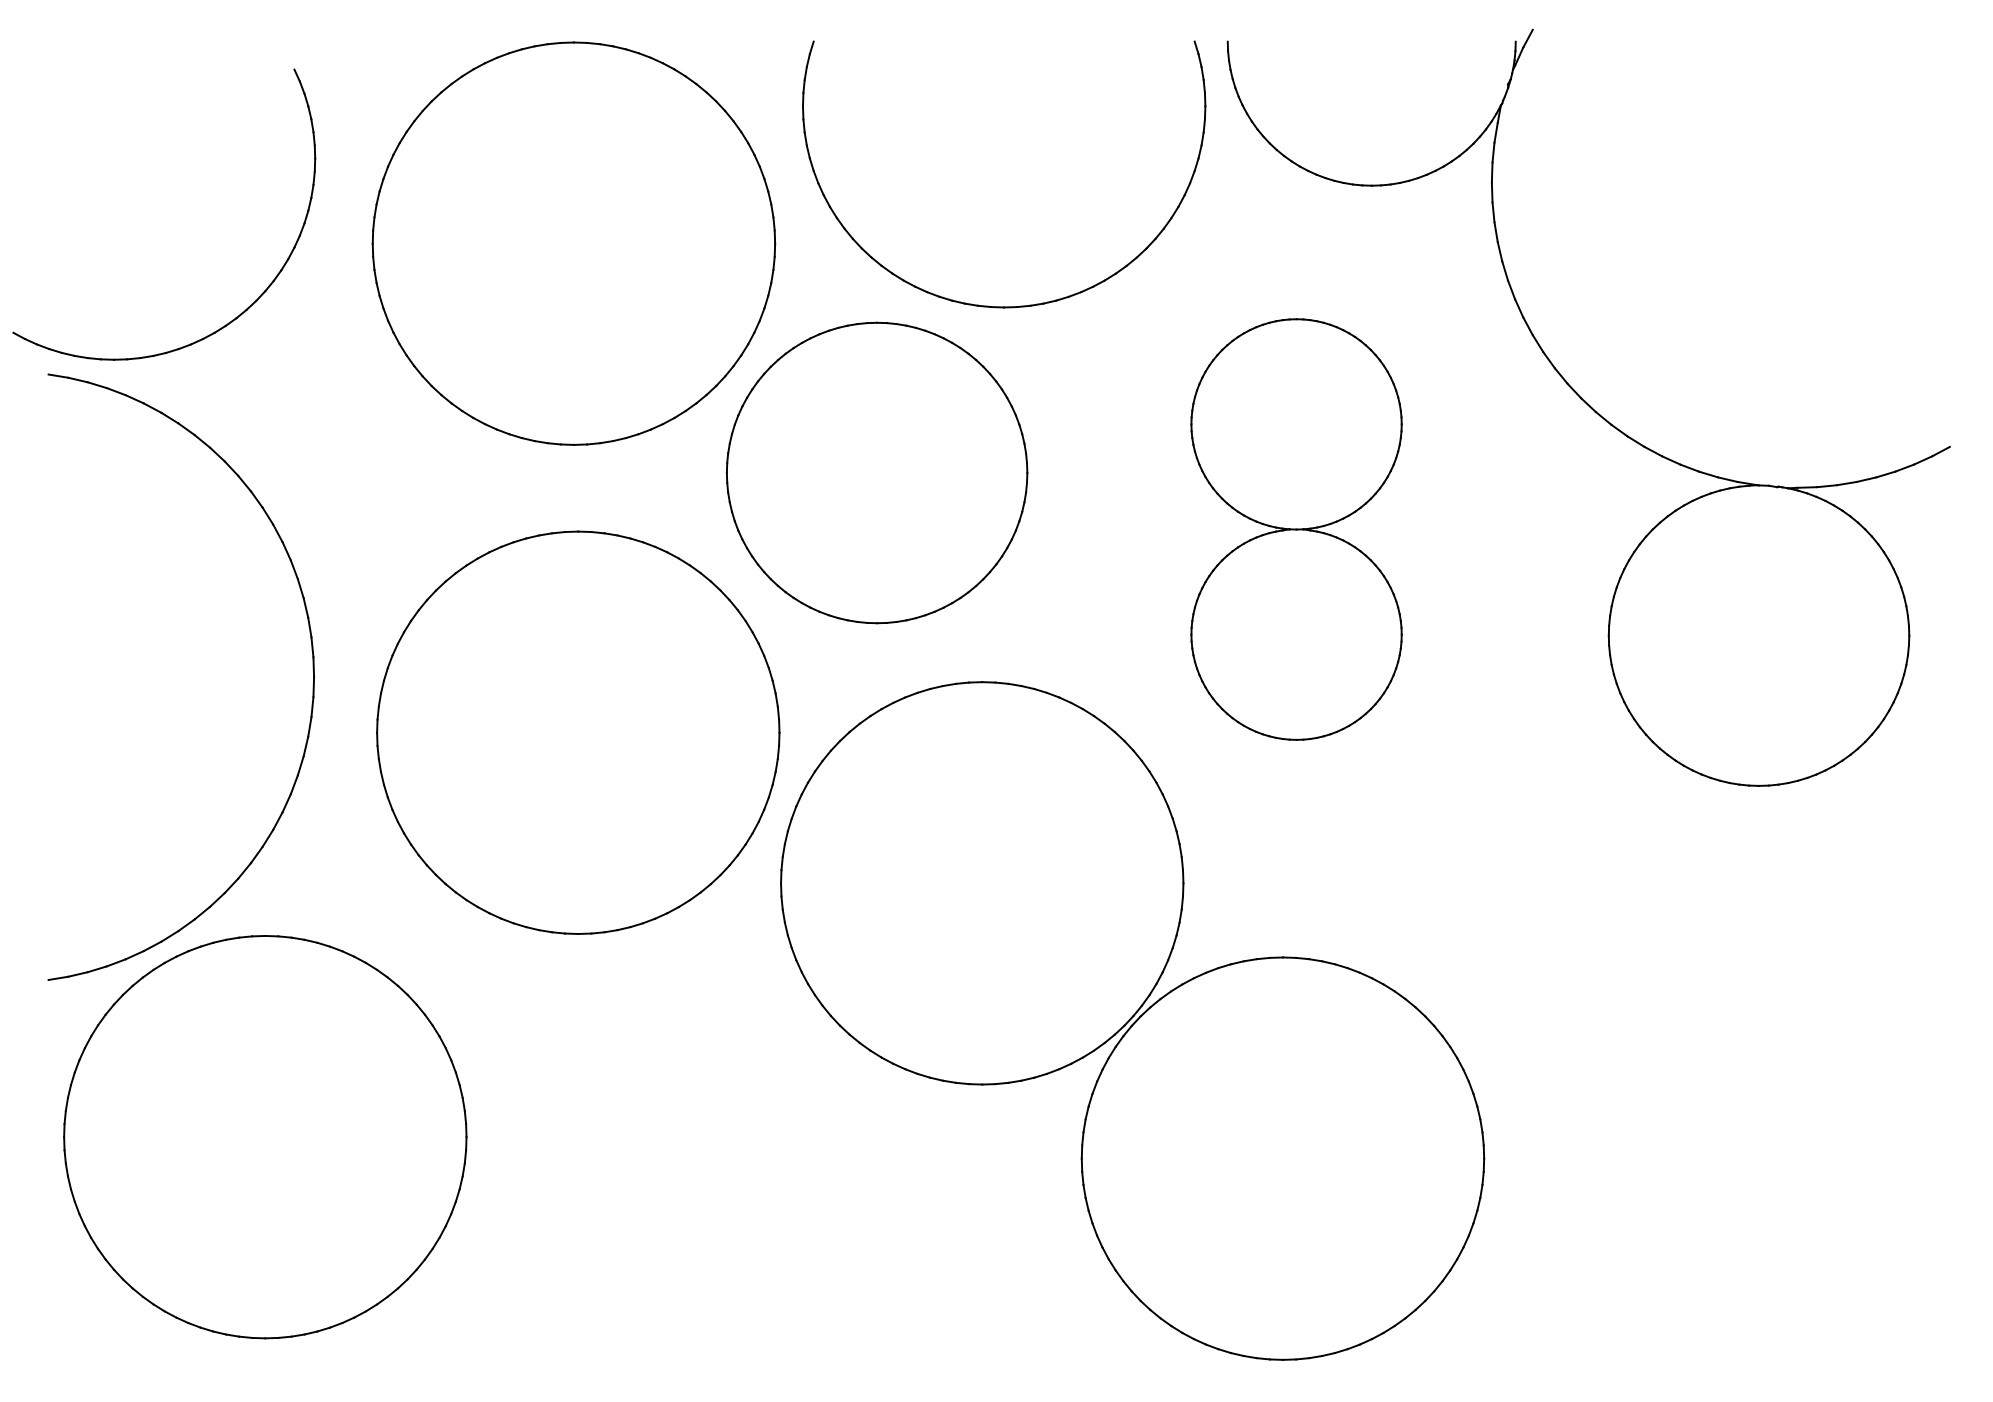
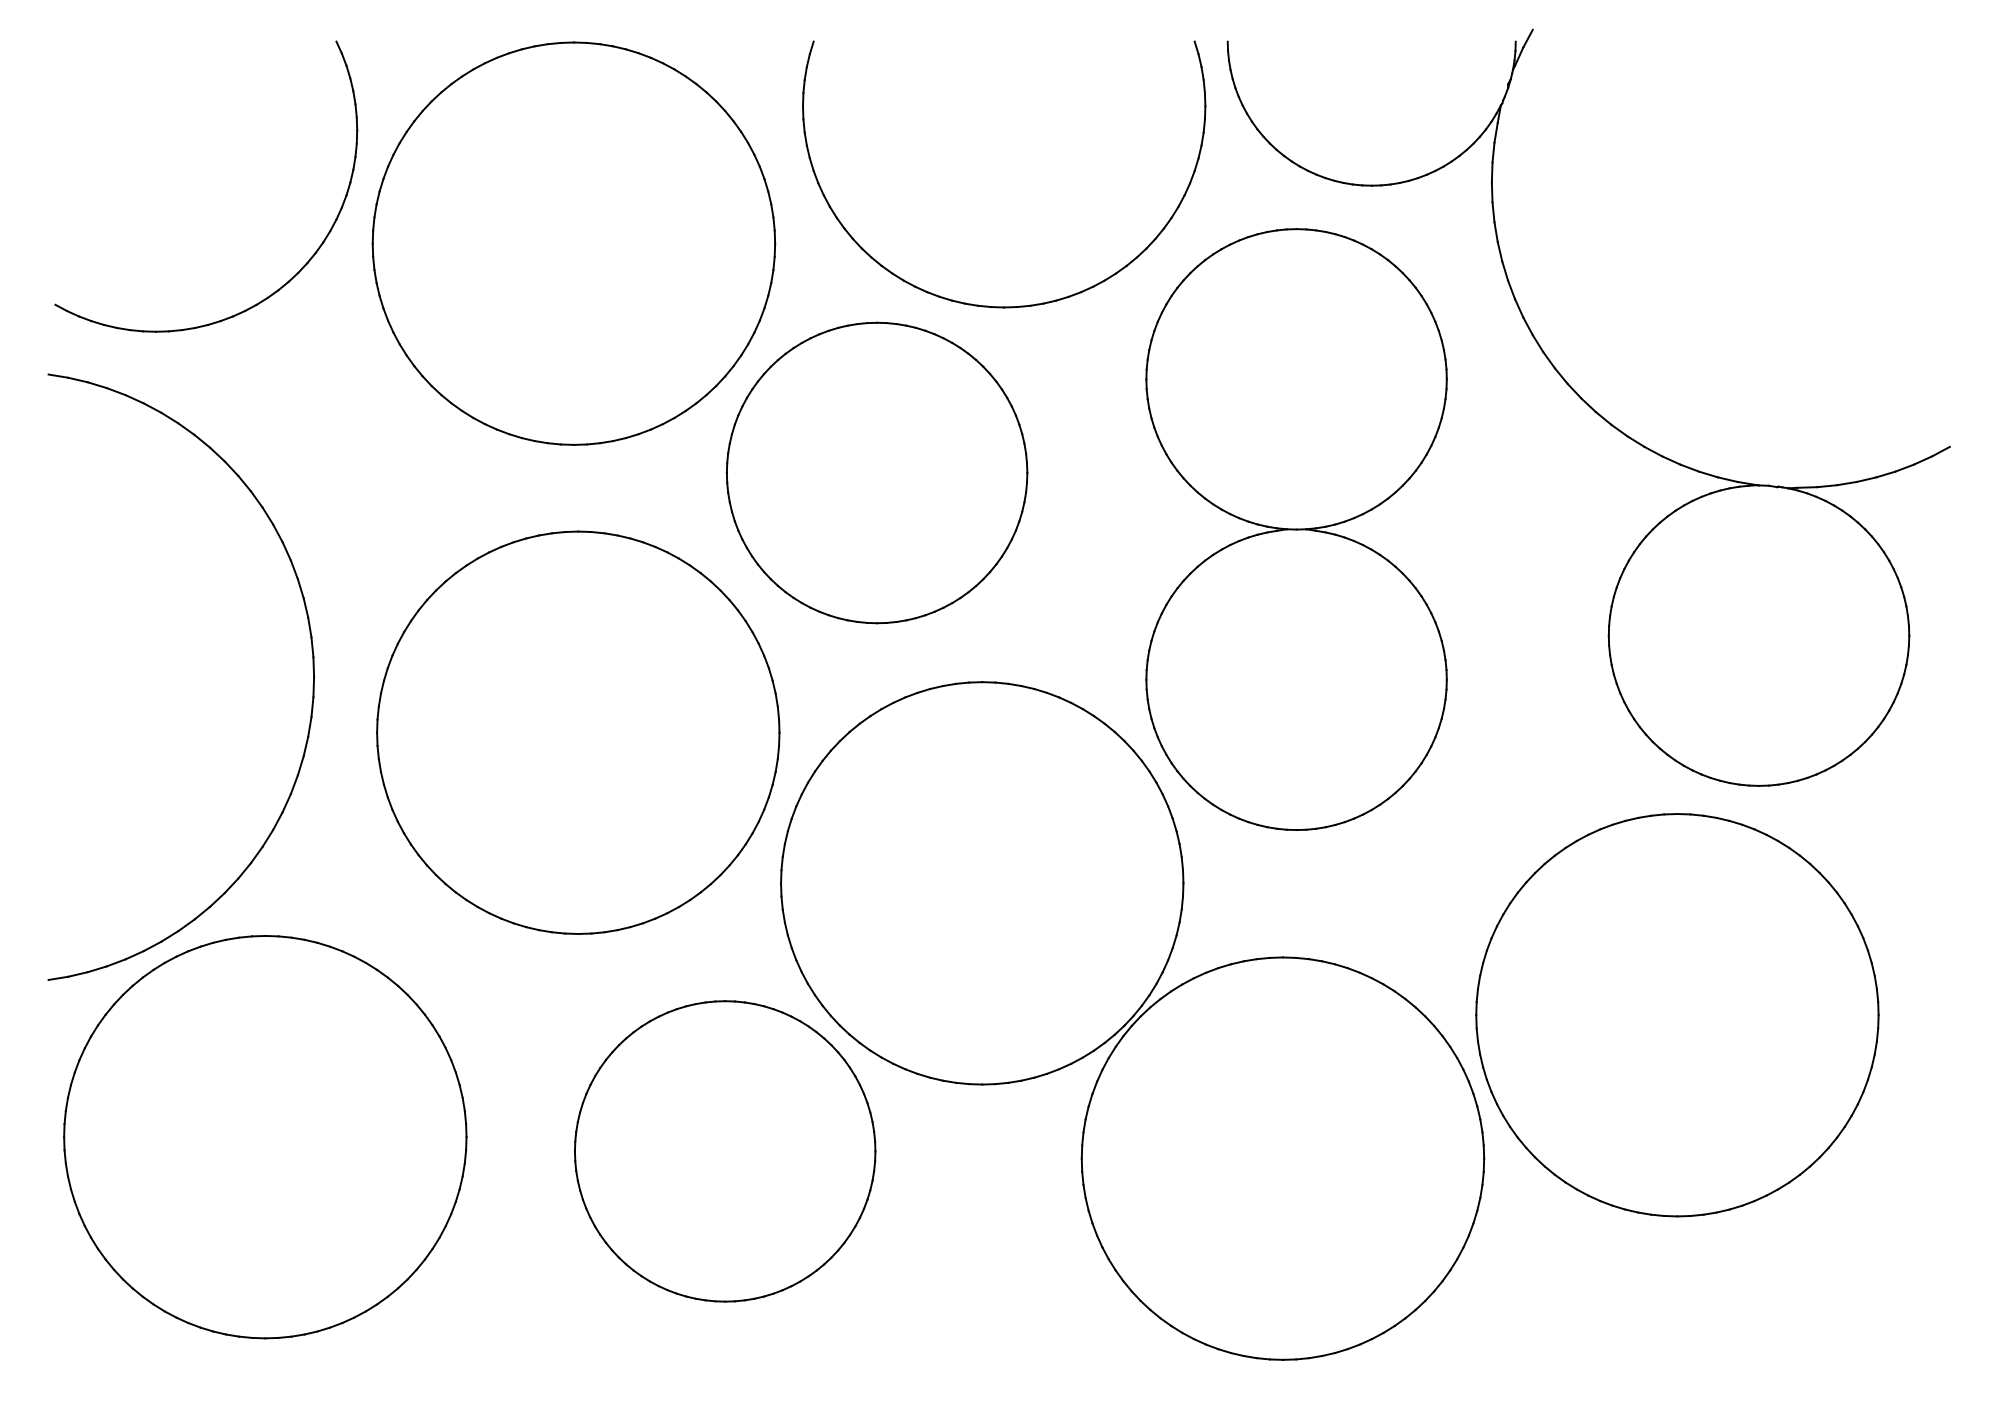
part at (250, 304) position: (250, 304) -> (292, 276)
part at (1296, 529) size: 213x423 px -> 303x603 px
part at (1677, 1015): none -> present
part at (725, 1151): none -> present
